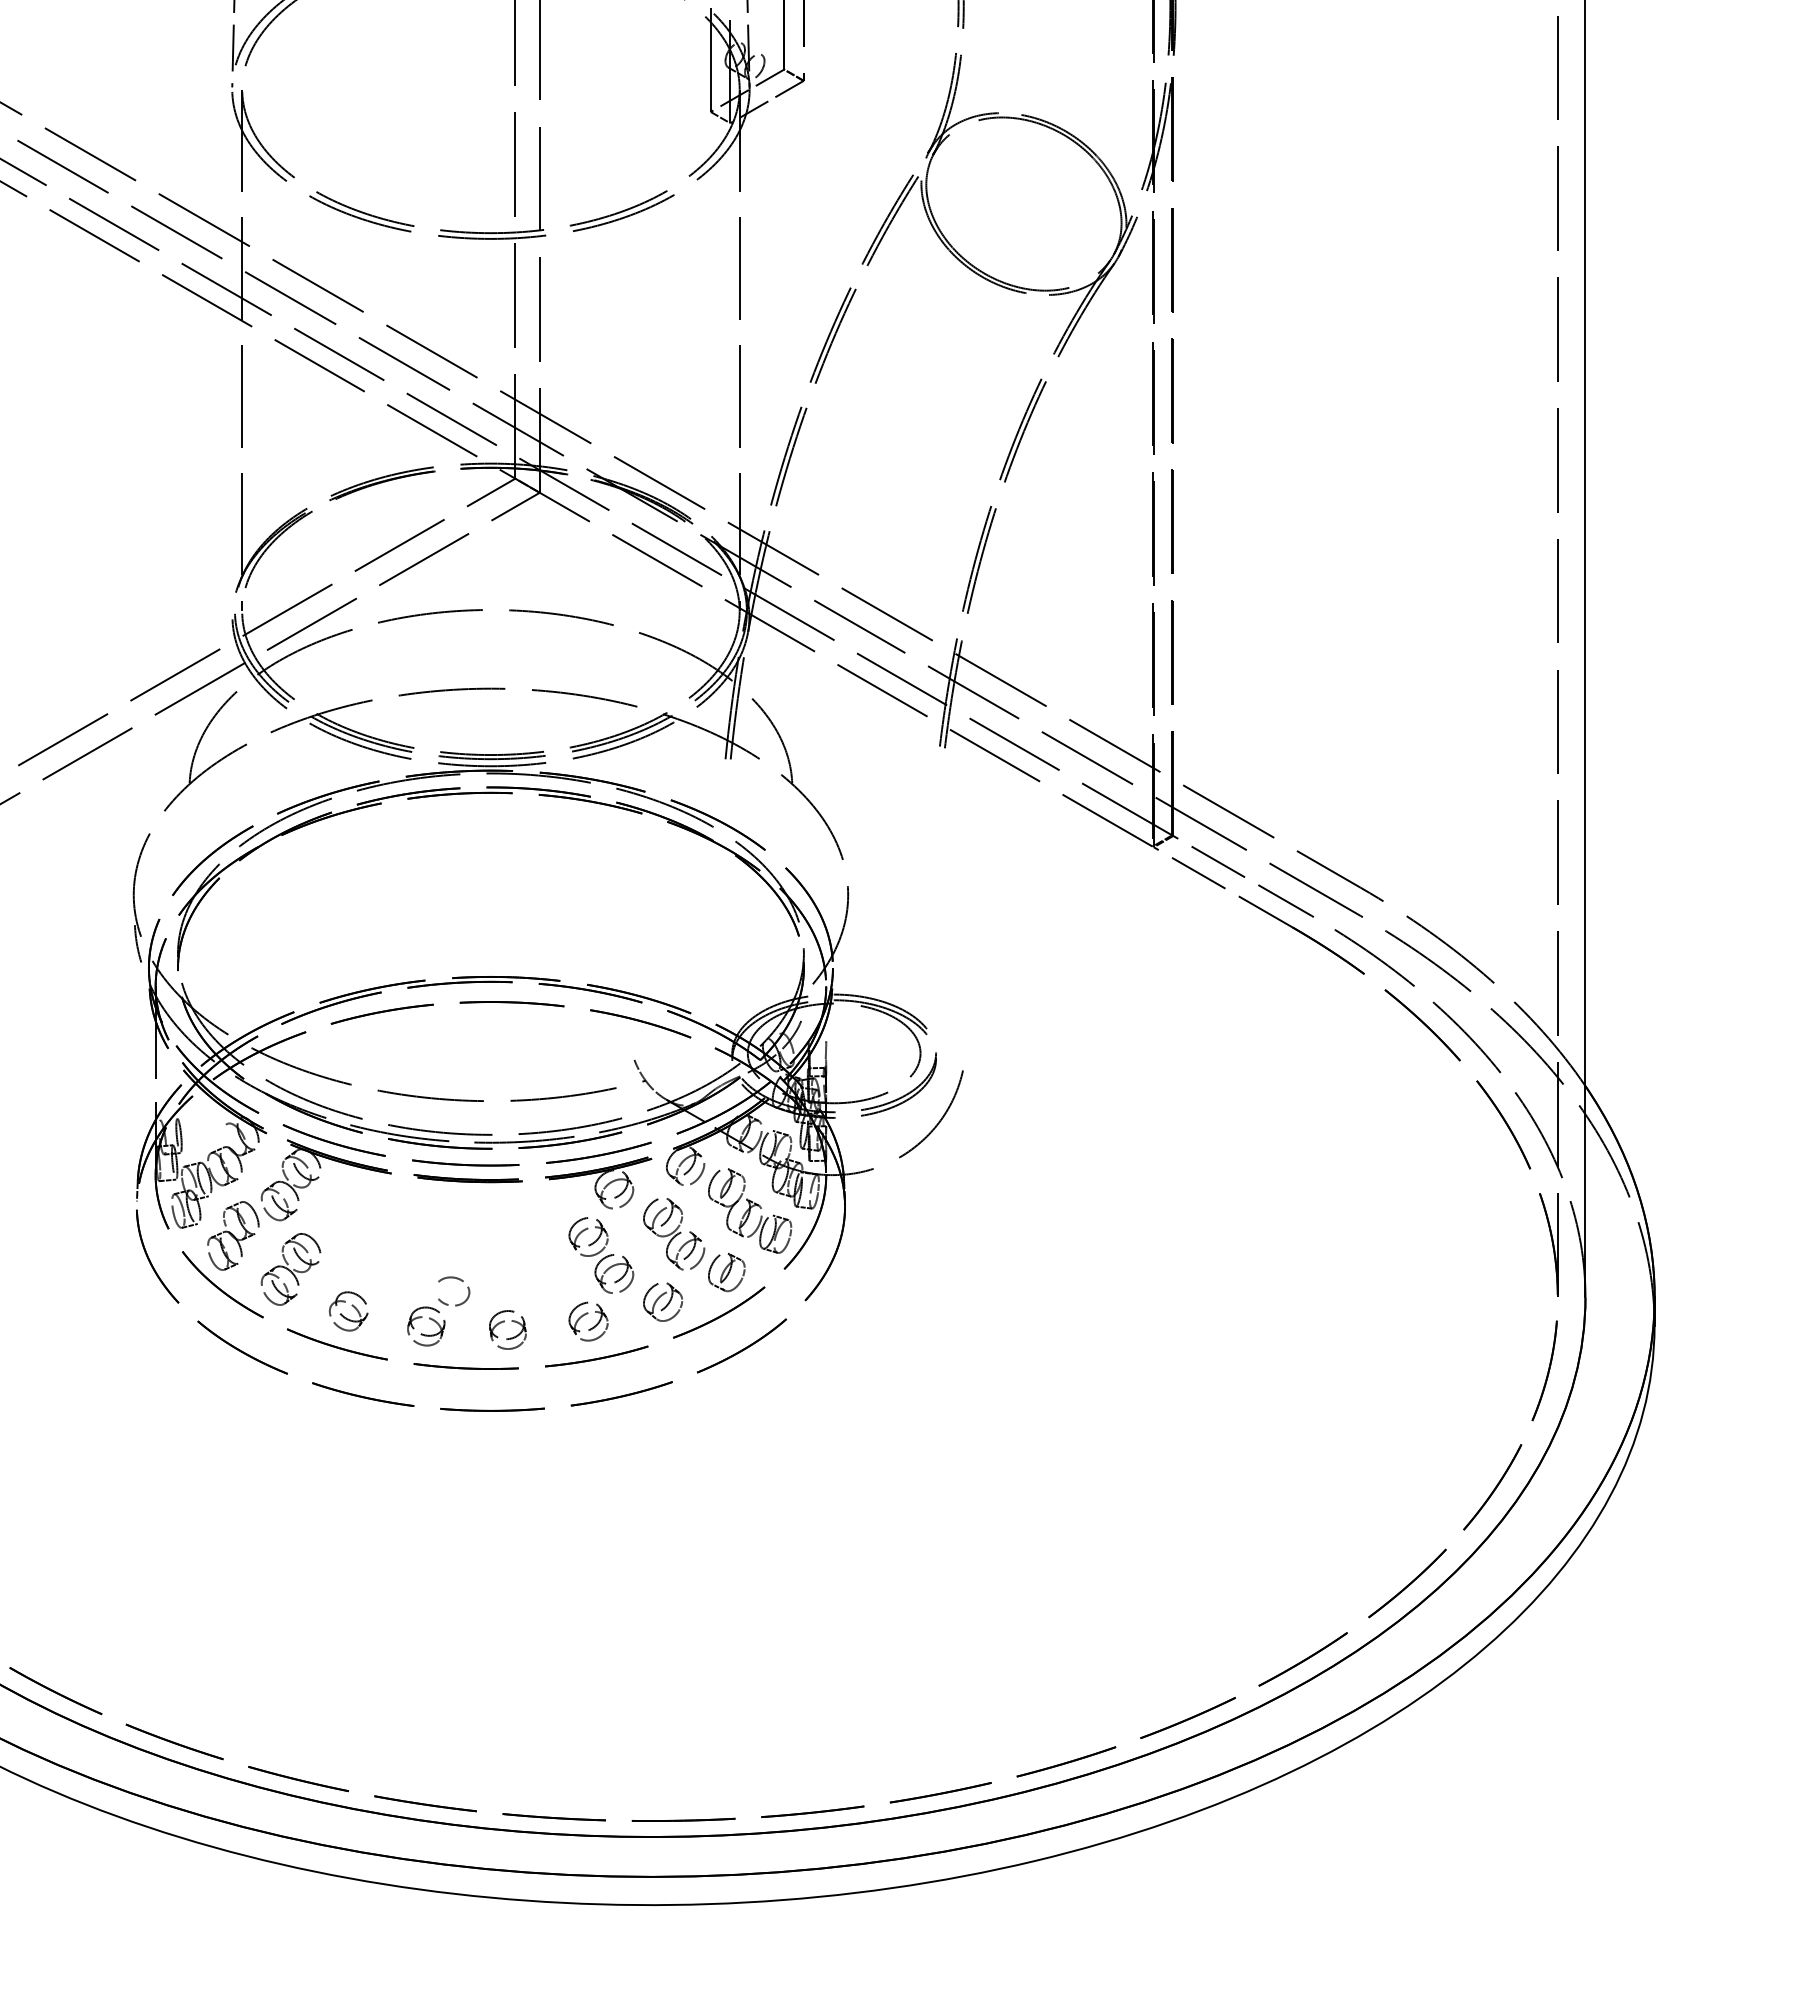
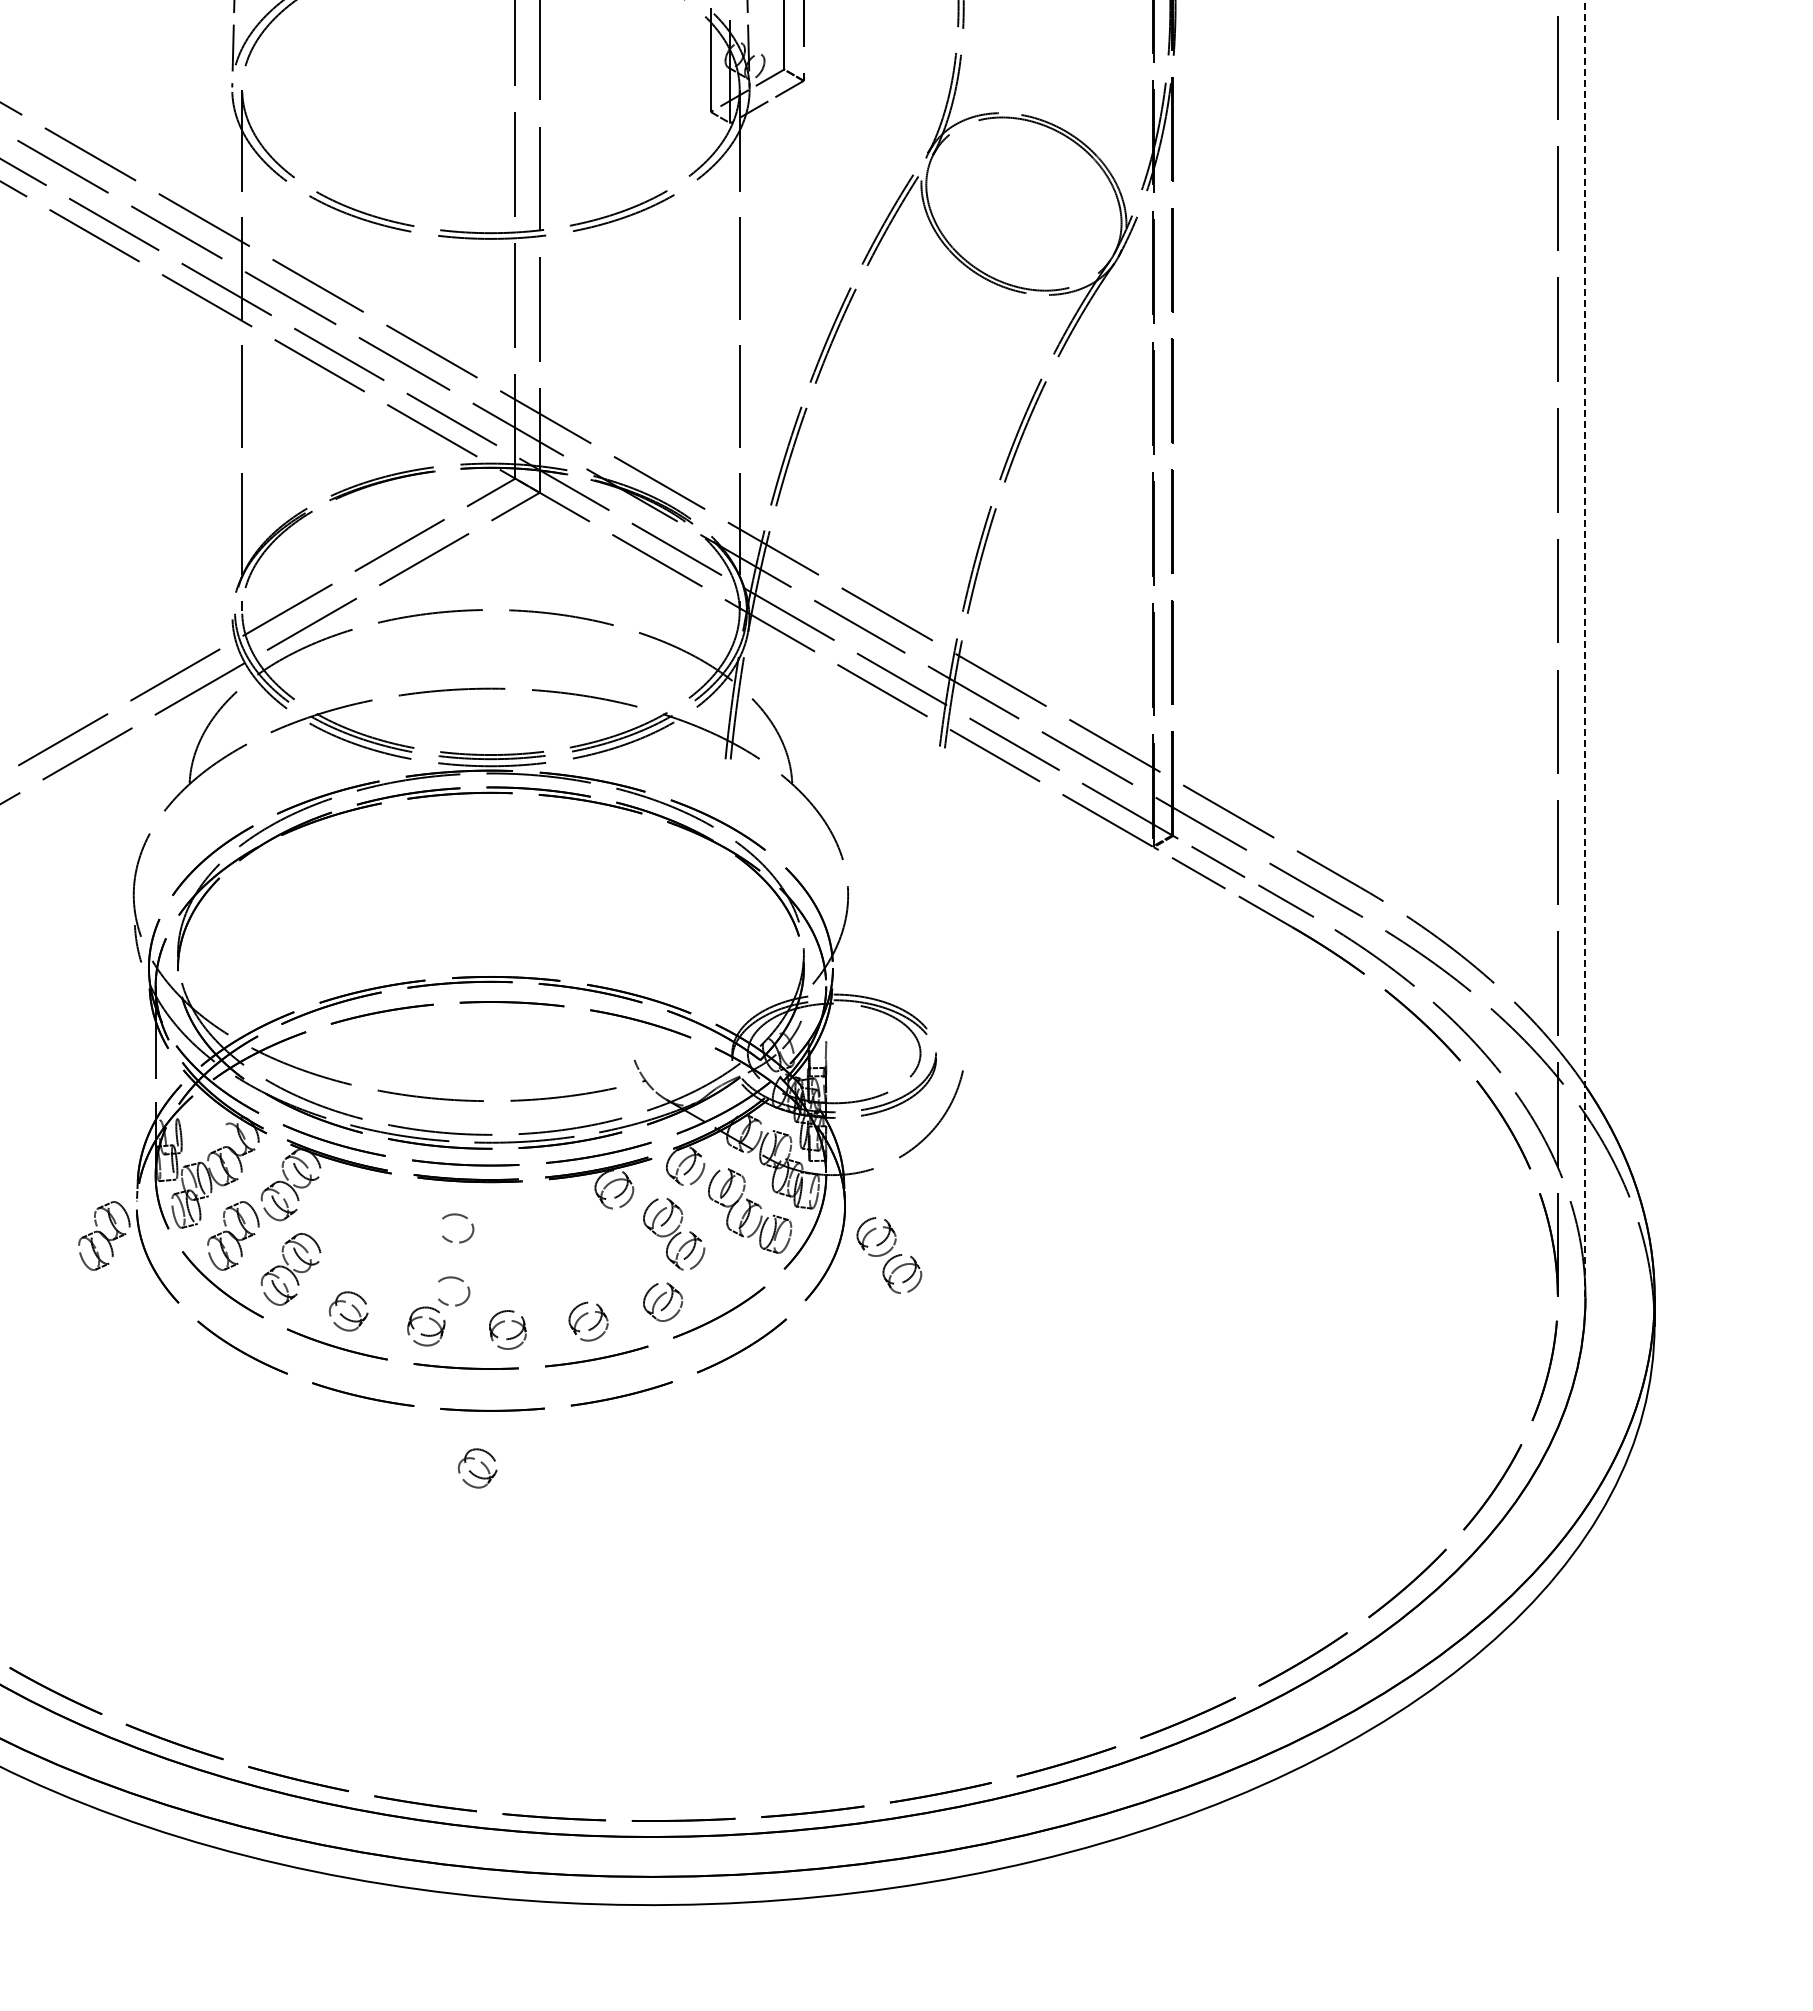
line at (1585, 648): solid -> dashed
curve at (463, 1217): none -> present
part at (104, 1235): none -> present
part at (601, 1255) position: (601, 1255) -> (889, 1255)
part at (726, 1272): present -> none
part at (475, 1474): none -> present
